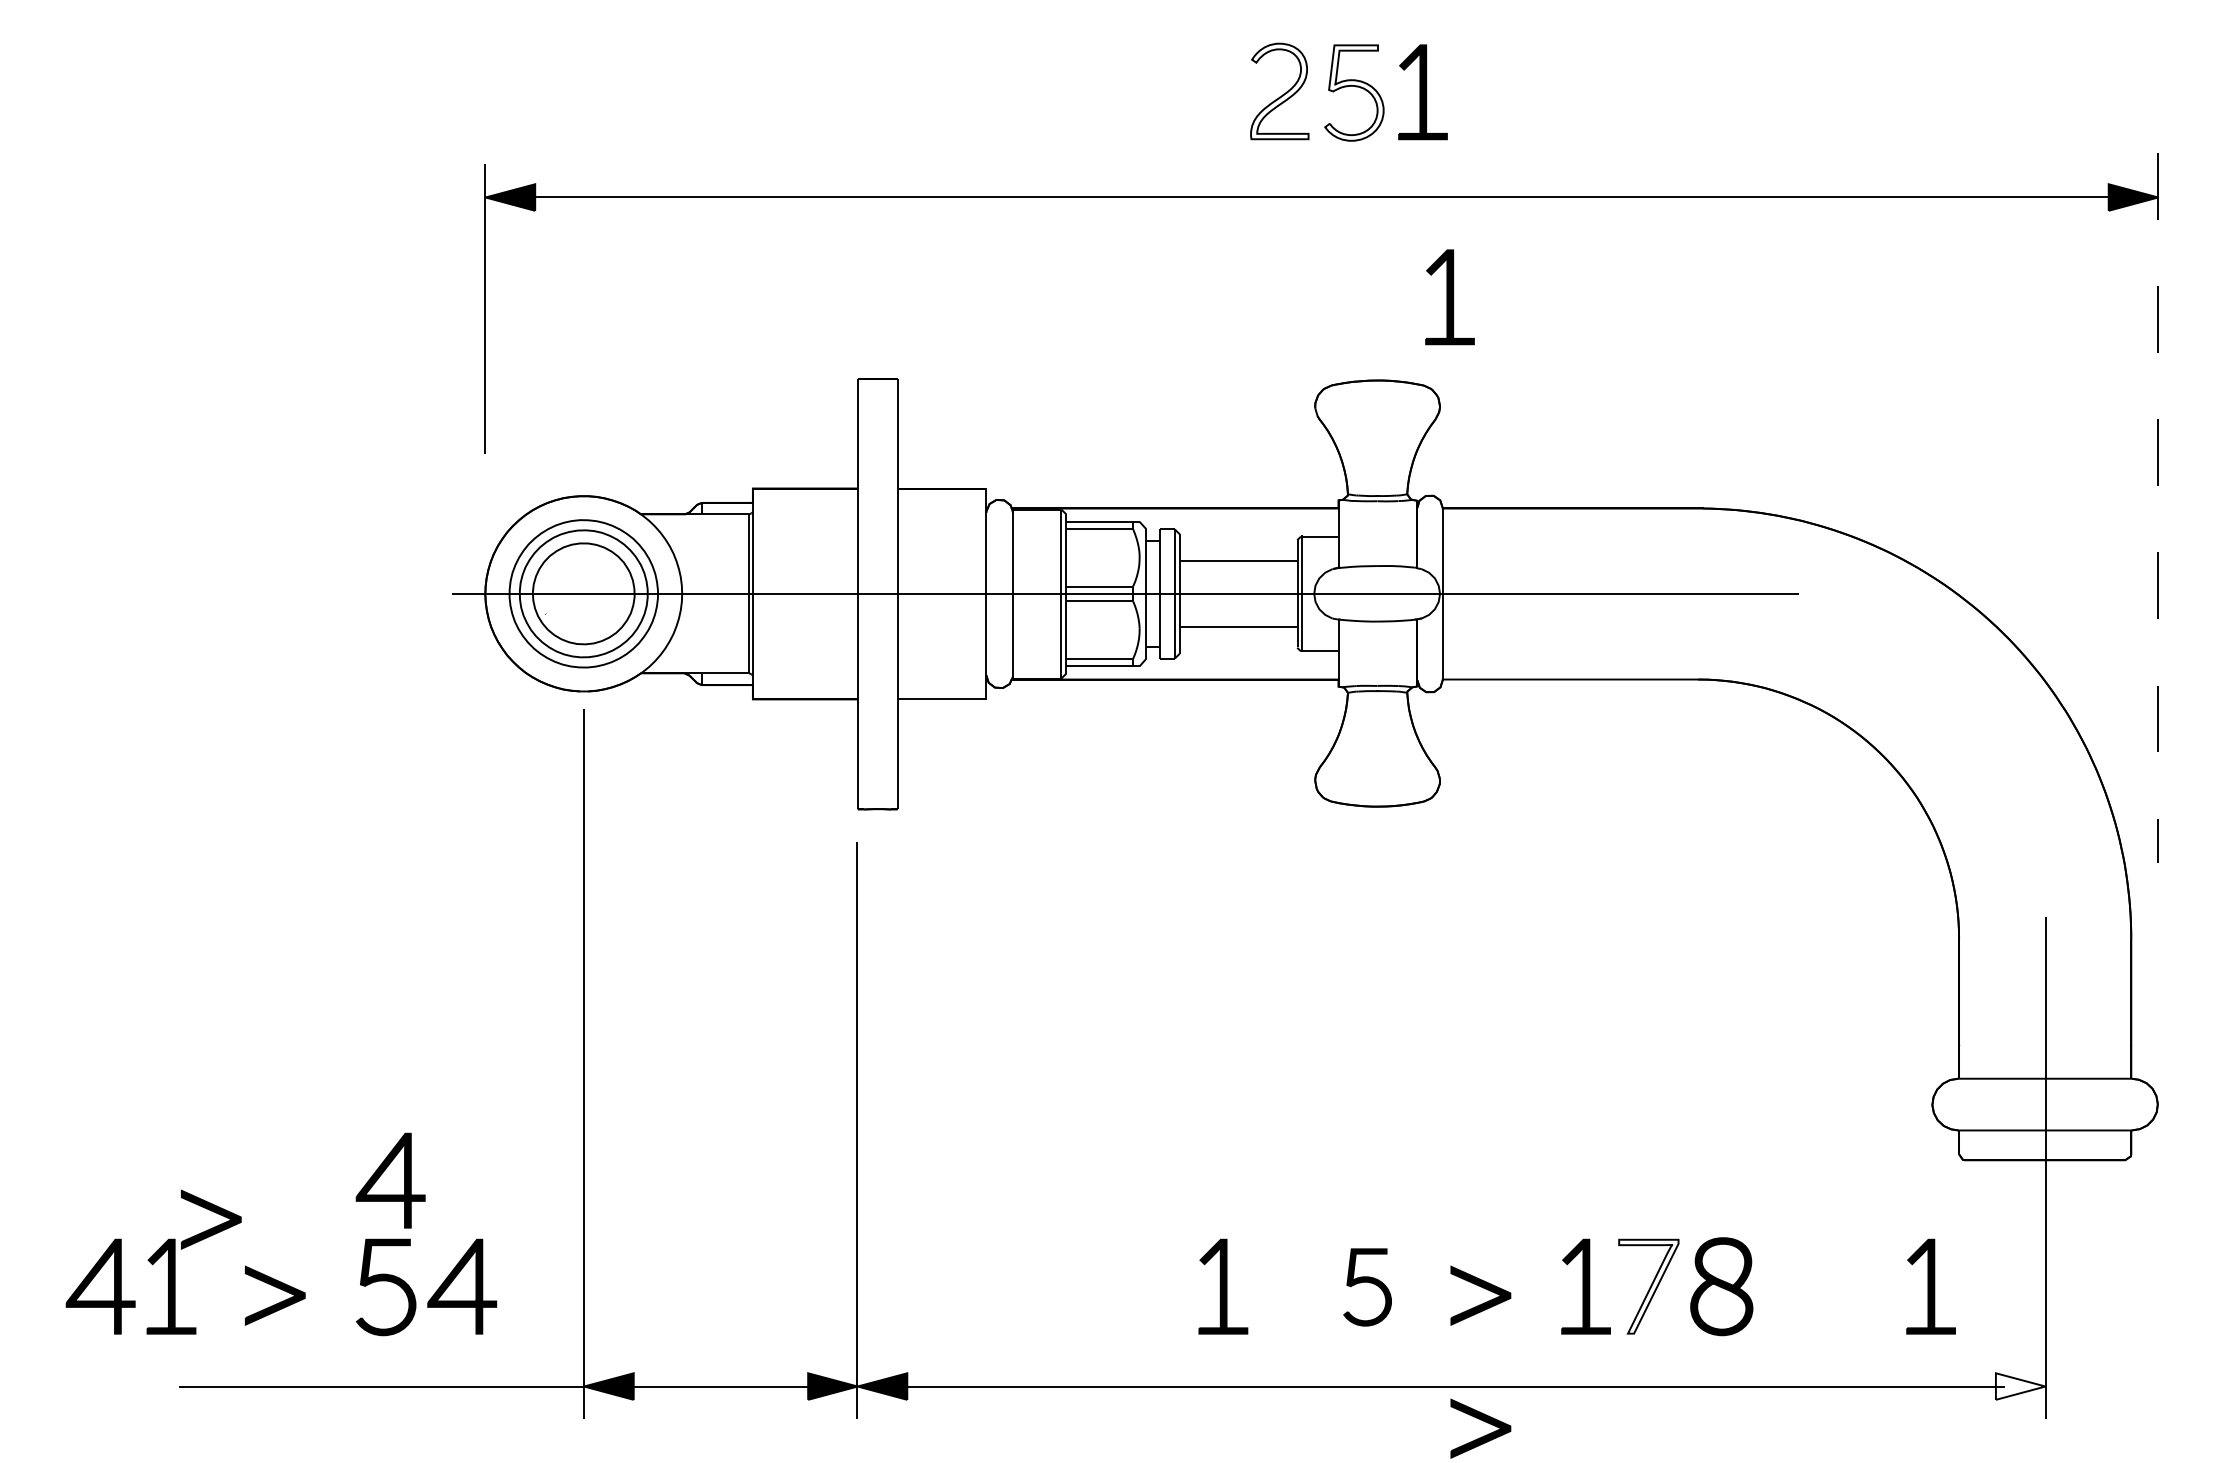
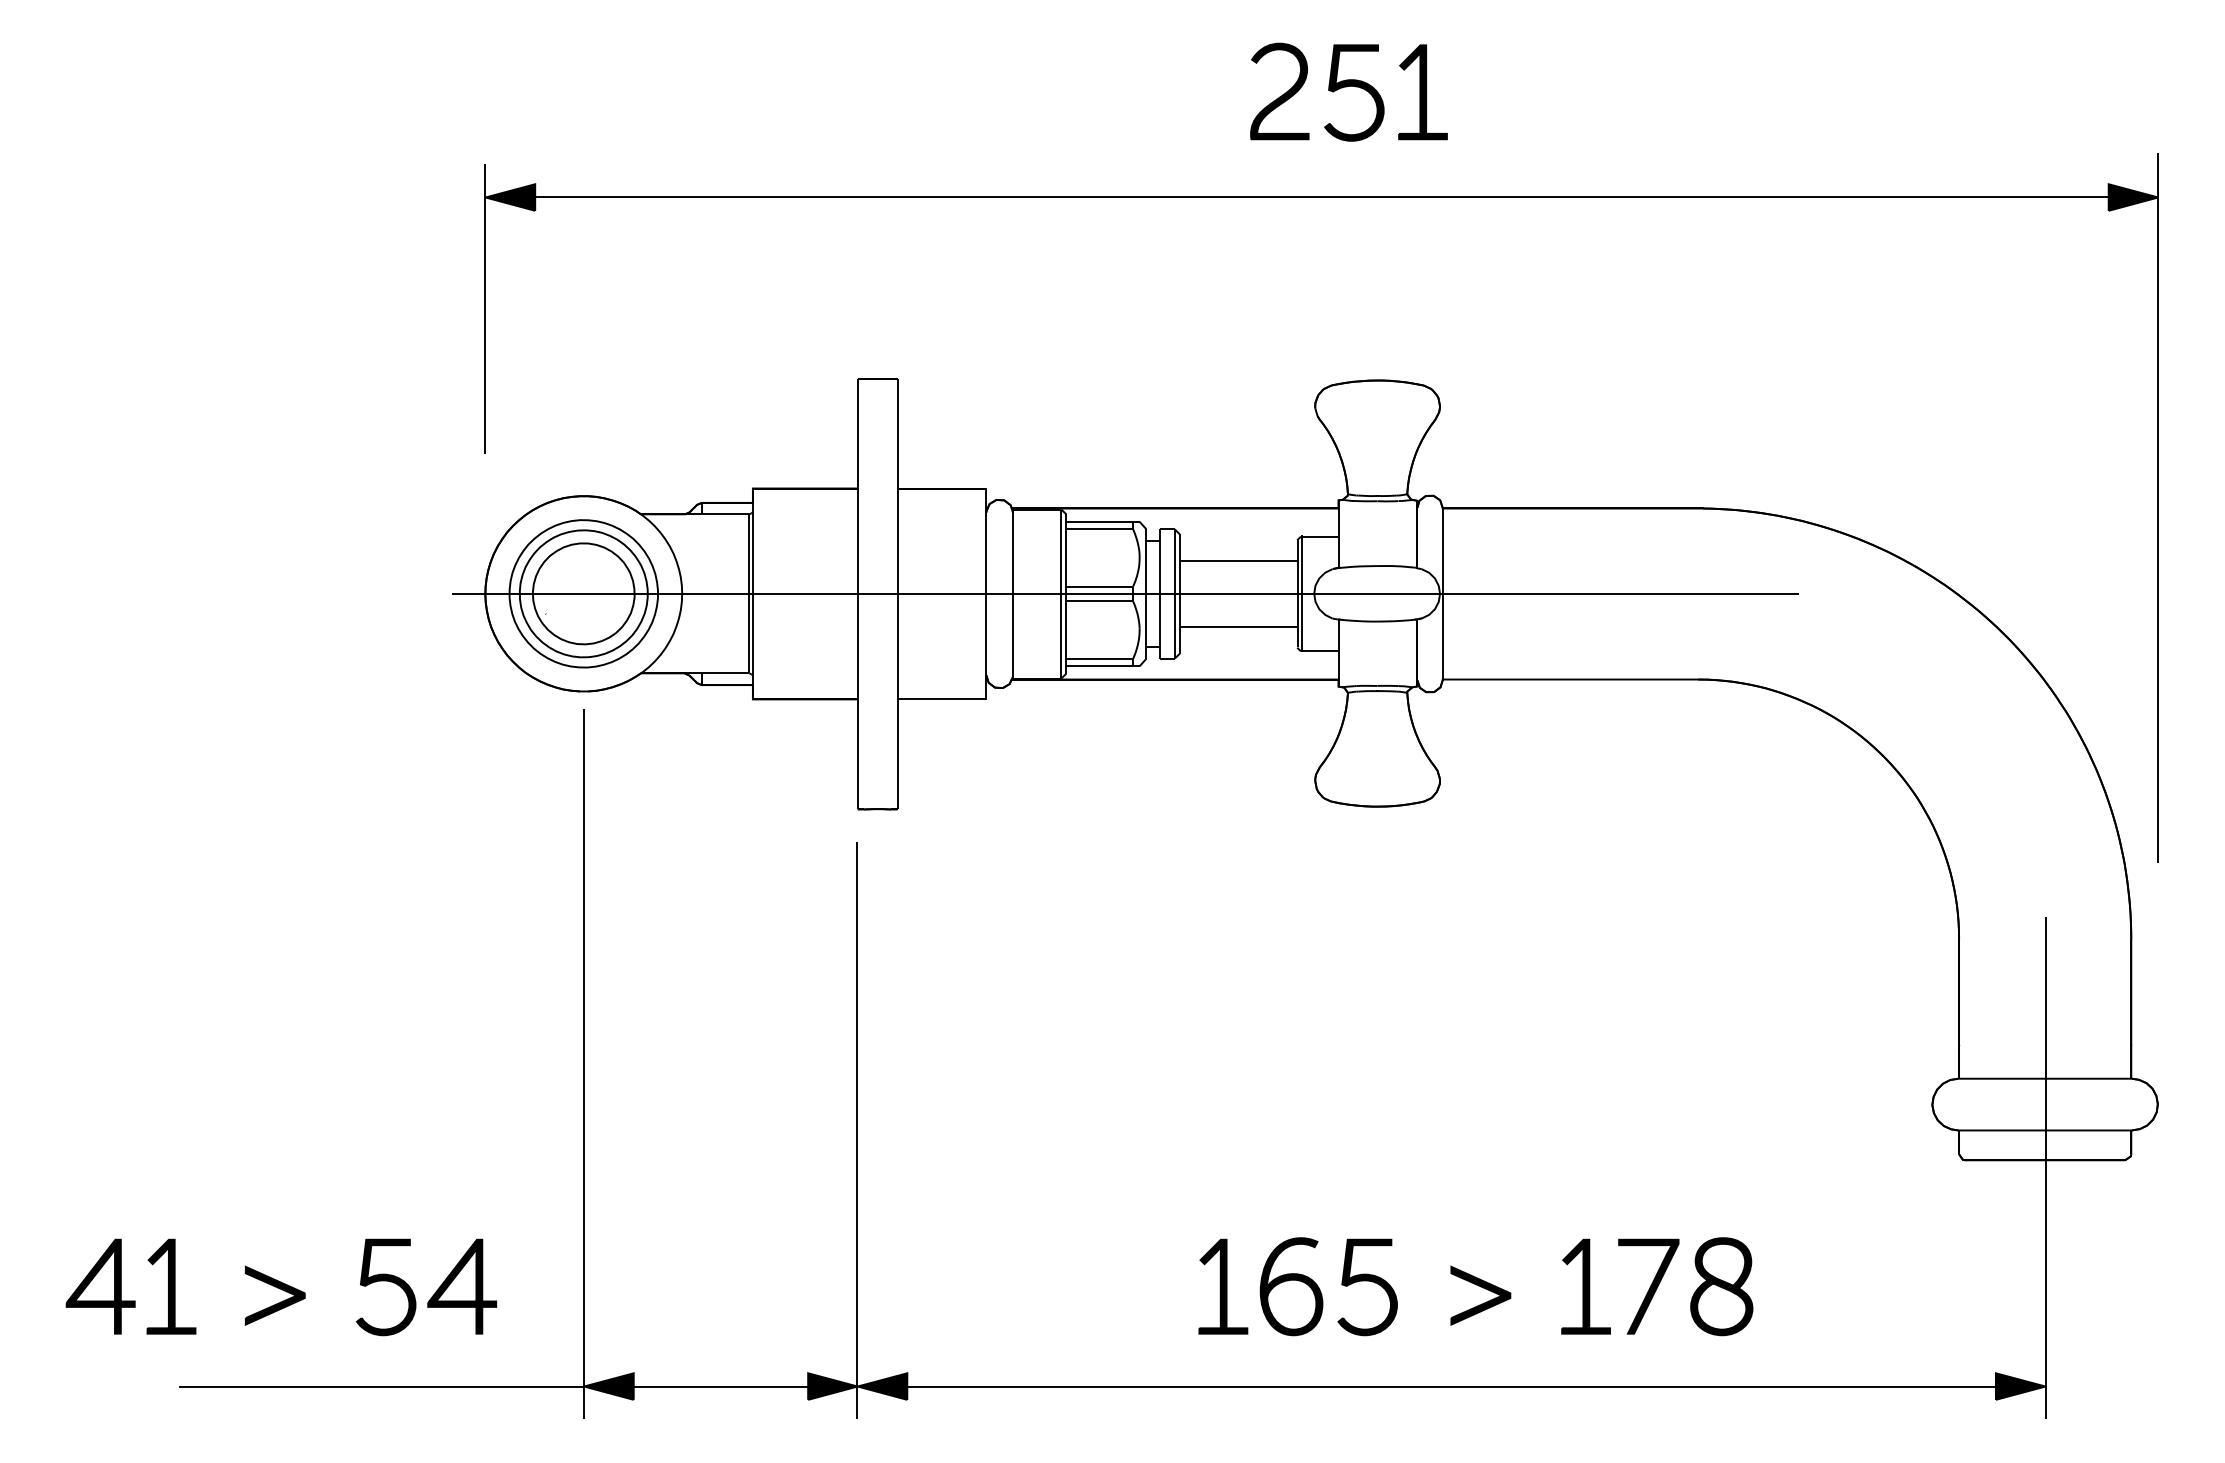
fill at (1279, 91): none -> present
fill at (1354, 92): none -> present
part at (1449, 297): present -> none
line at (2157, 507): dashed -> solid
part at (390, 1180): present -> none
part at (215, 1213): present -> none
part at (1291, 1286): none -> present
fill at (1648, 1286): none -> present
part at (1930, 1286): present -> none
part at (1367, 1287) size: 49x79 px -> 61x99 px
fill at (2020, 1386): none -> present
part at (1483, 1421): present -> none
